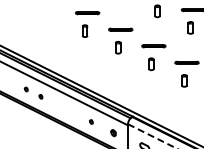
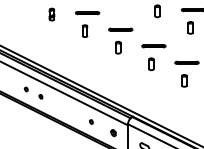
part at (51, 14): none -> present
line at (152, 136): dashed -> solid
